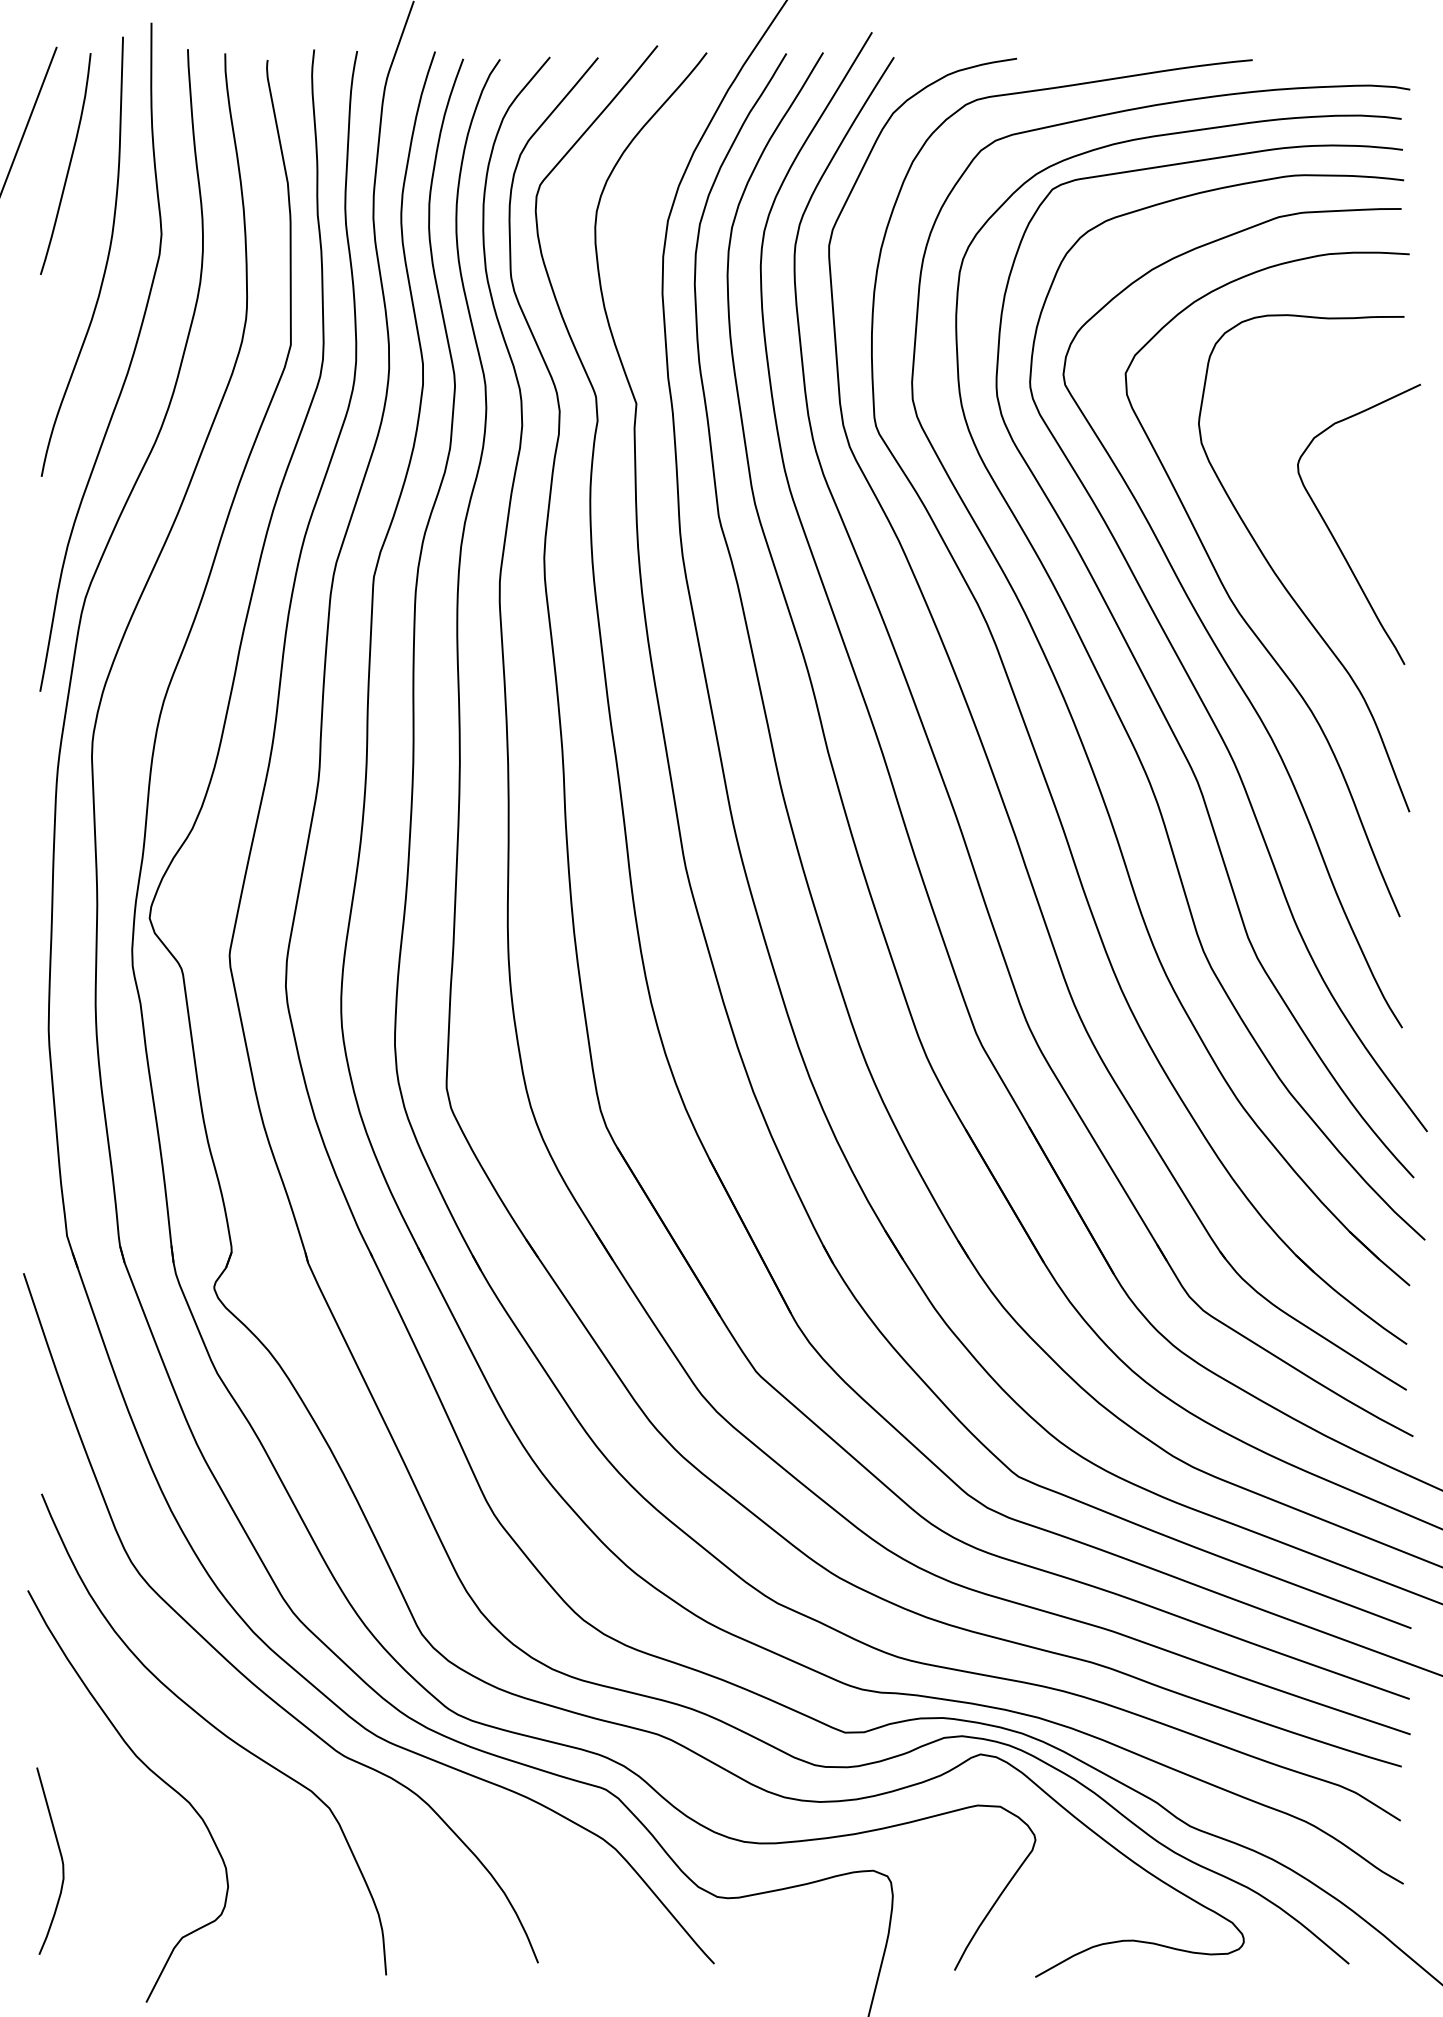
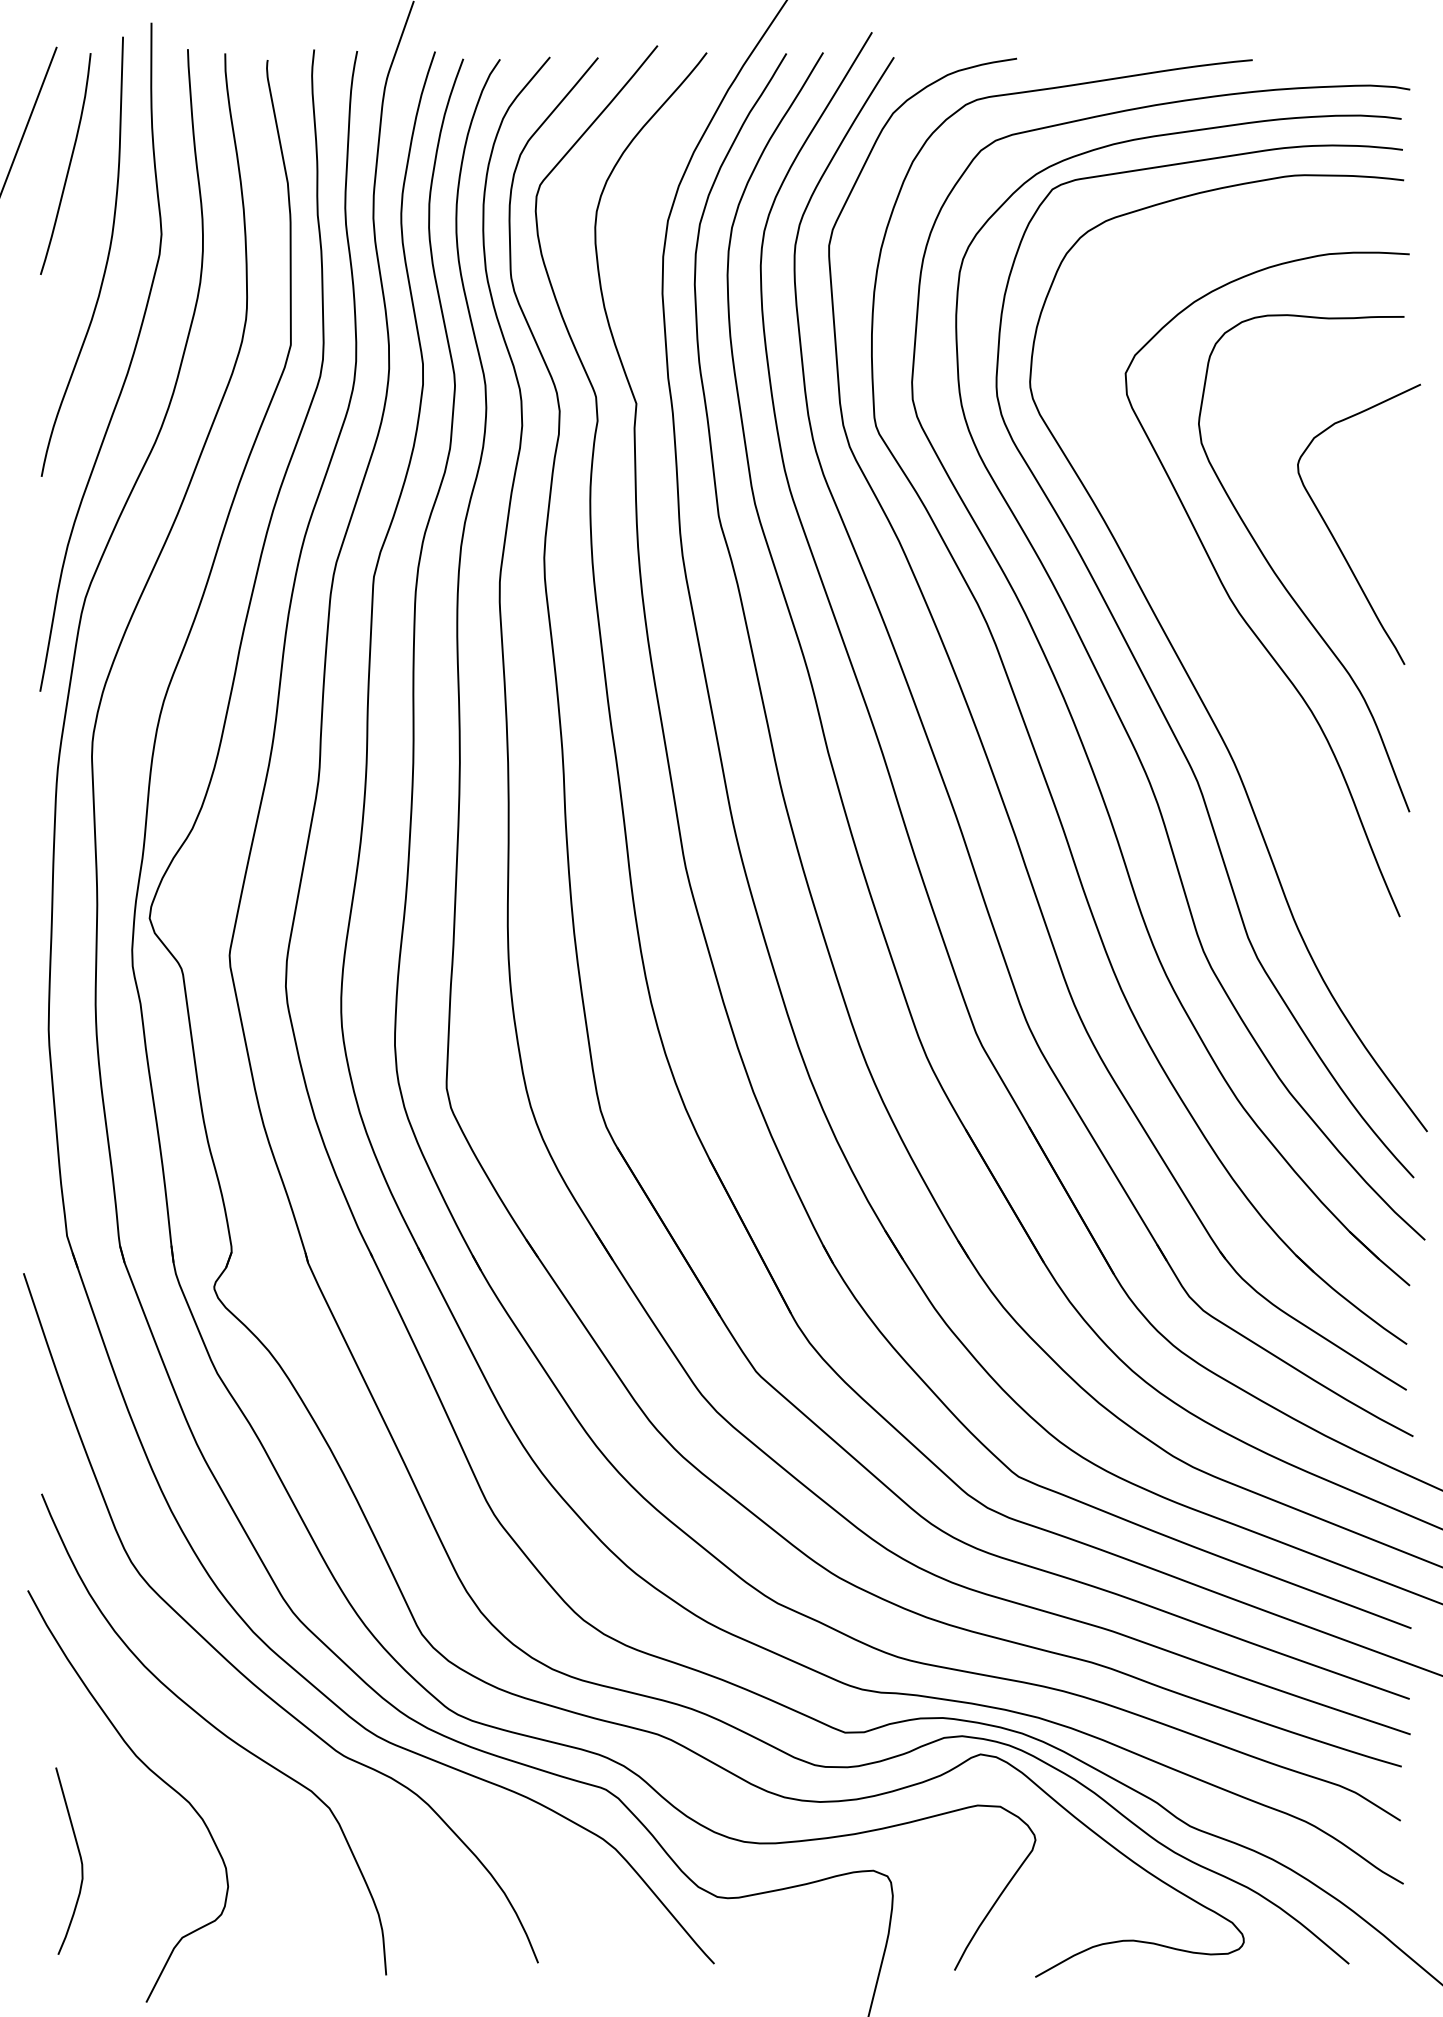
curve at (1210, 634): present -> none
curve at (60, 1857) position: (60, 1857) -> (79, 1857)
